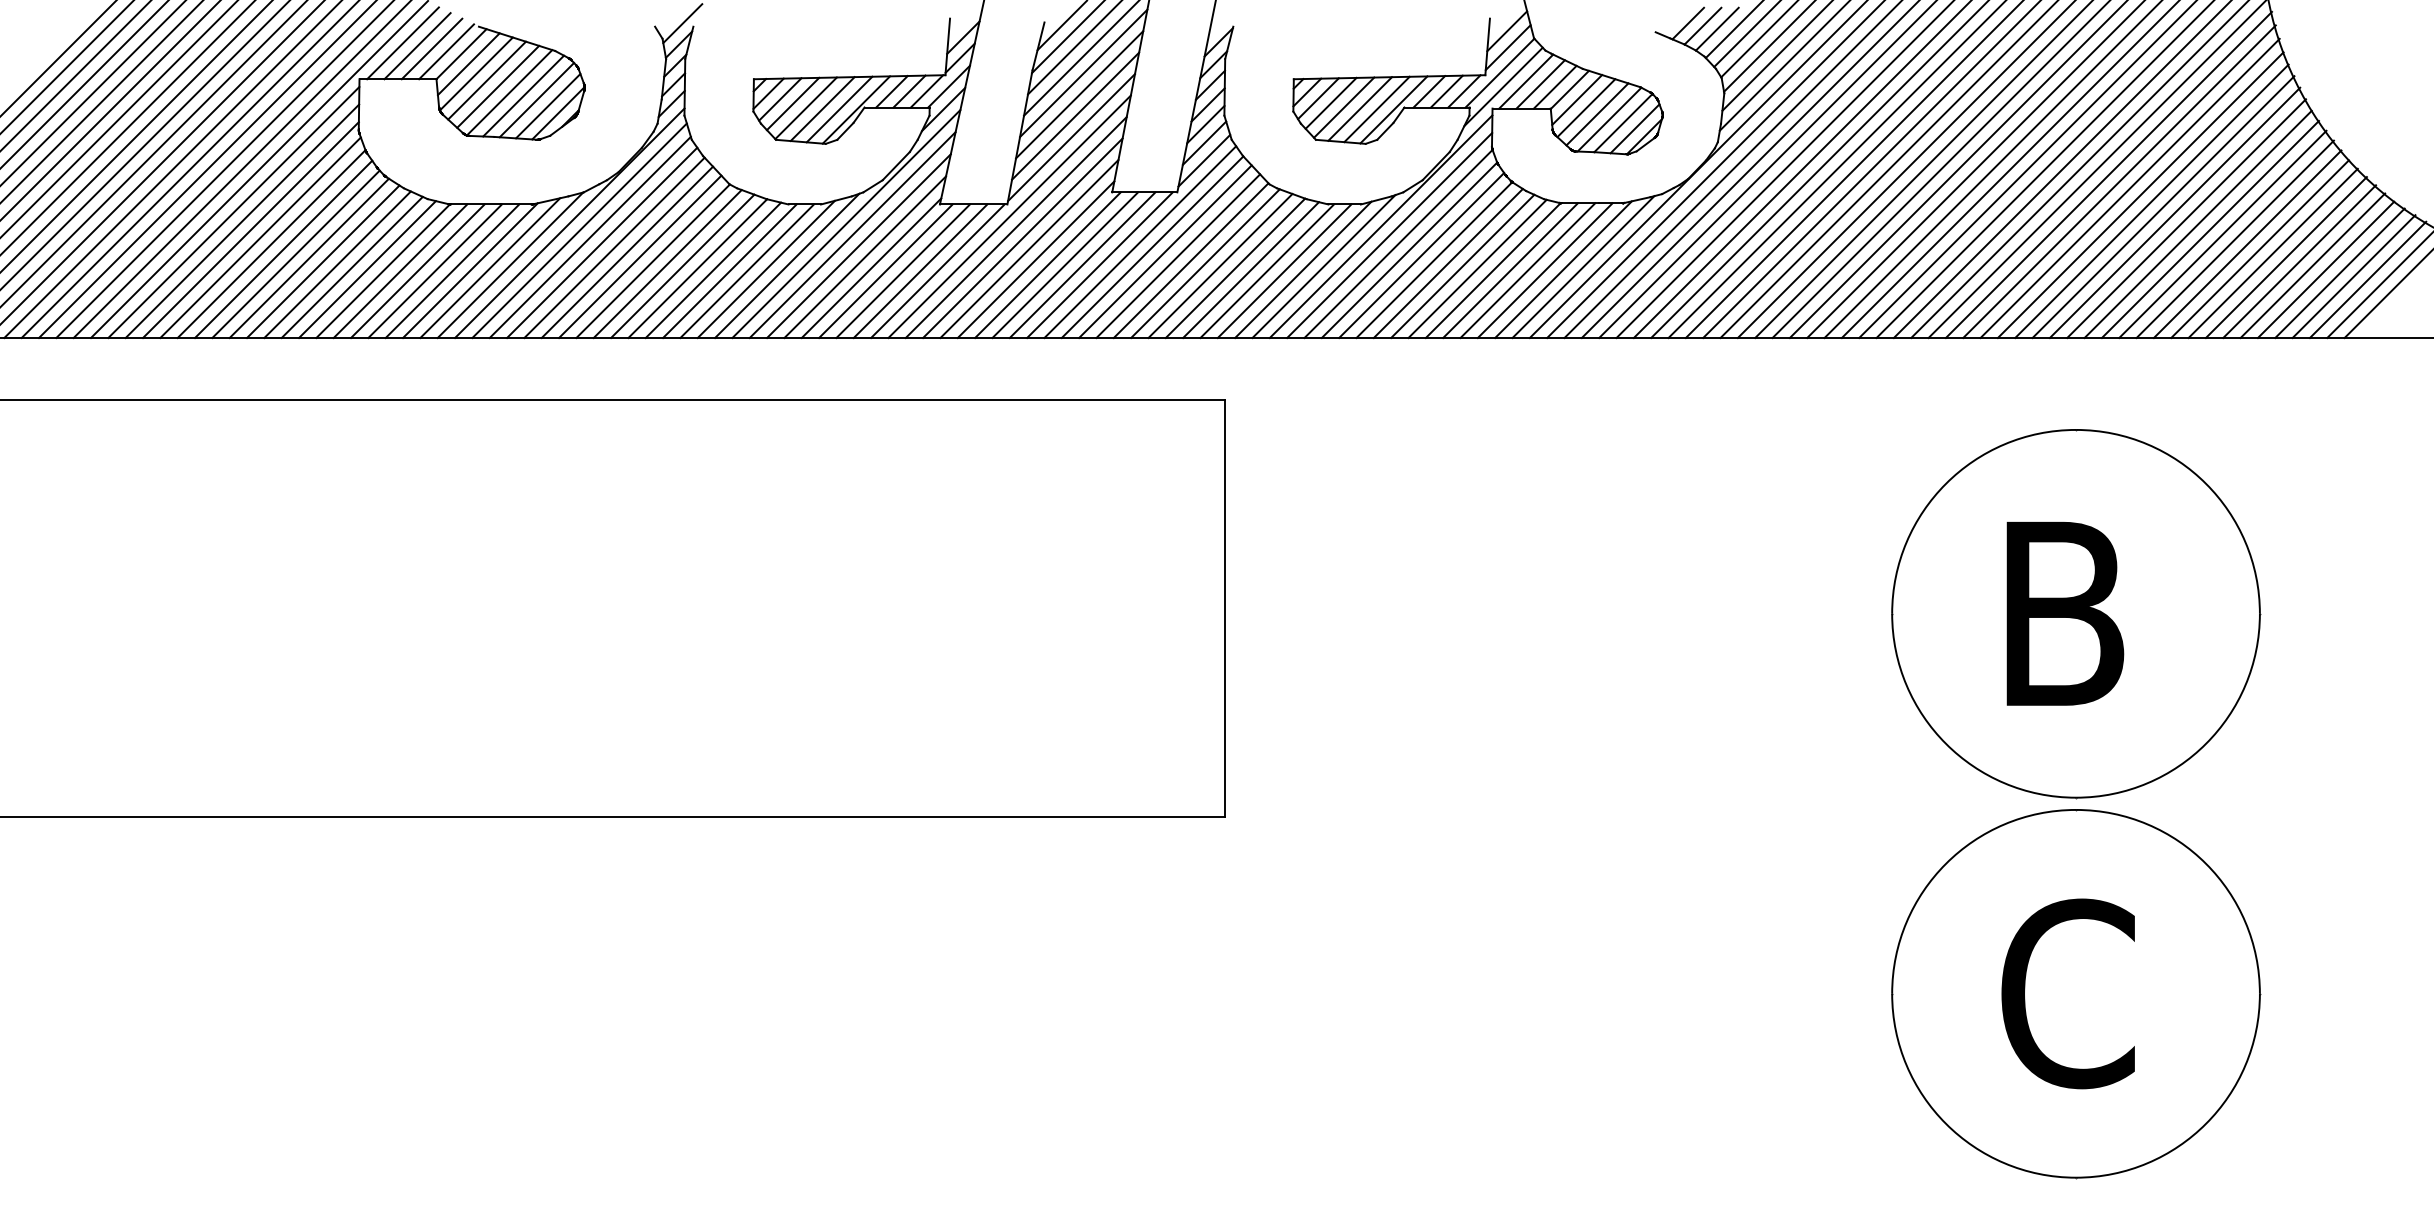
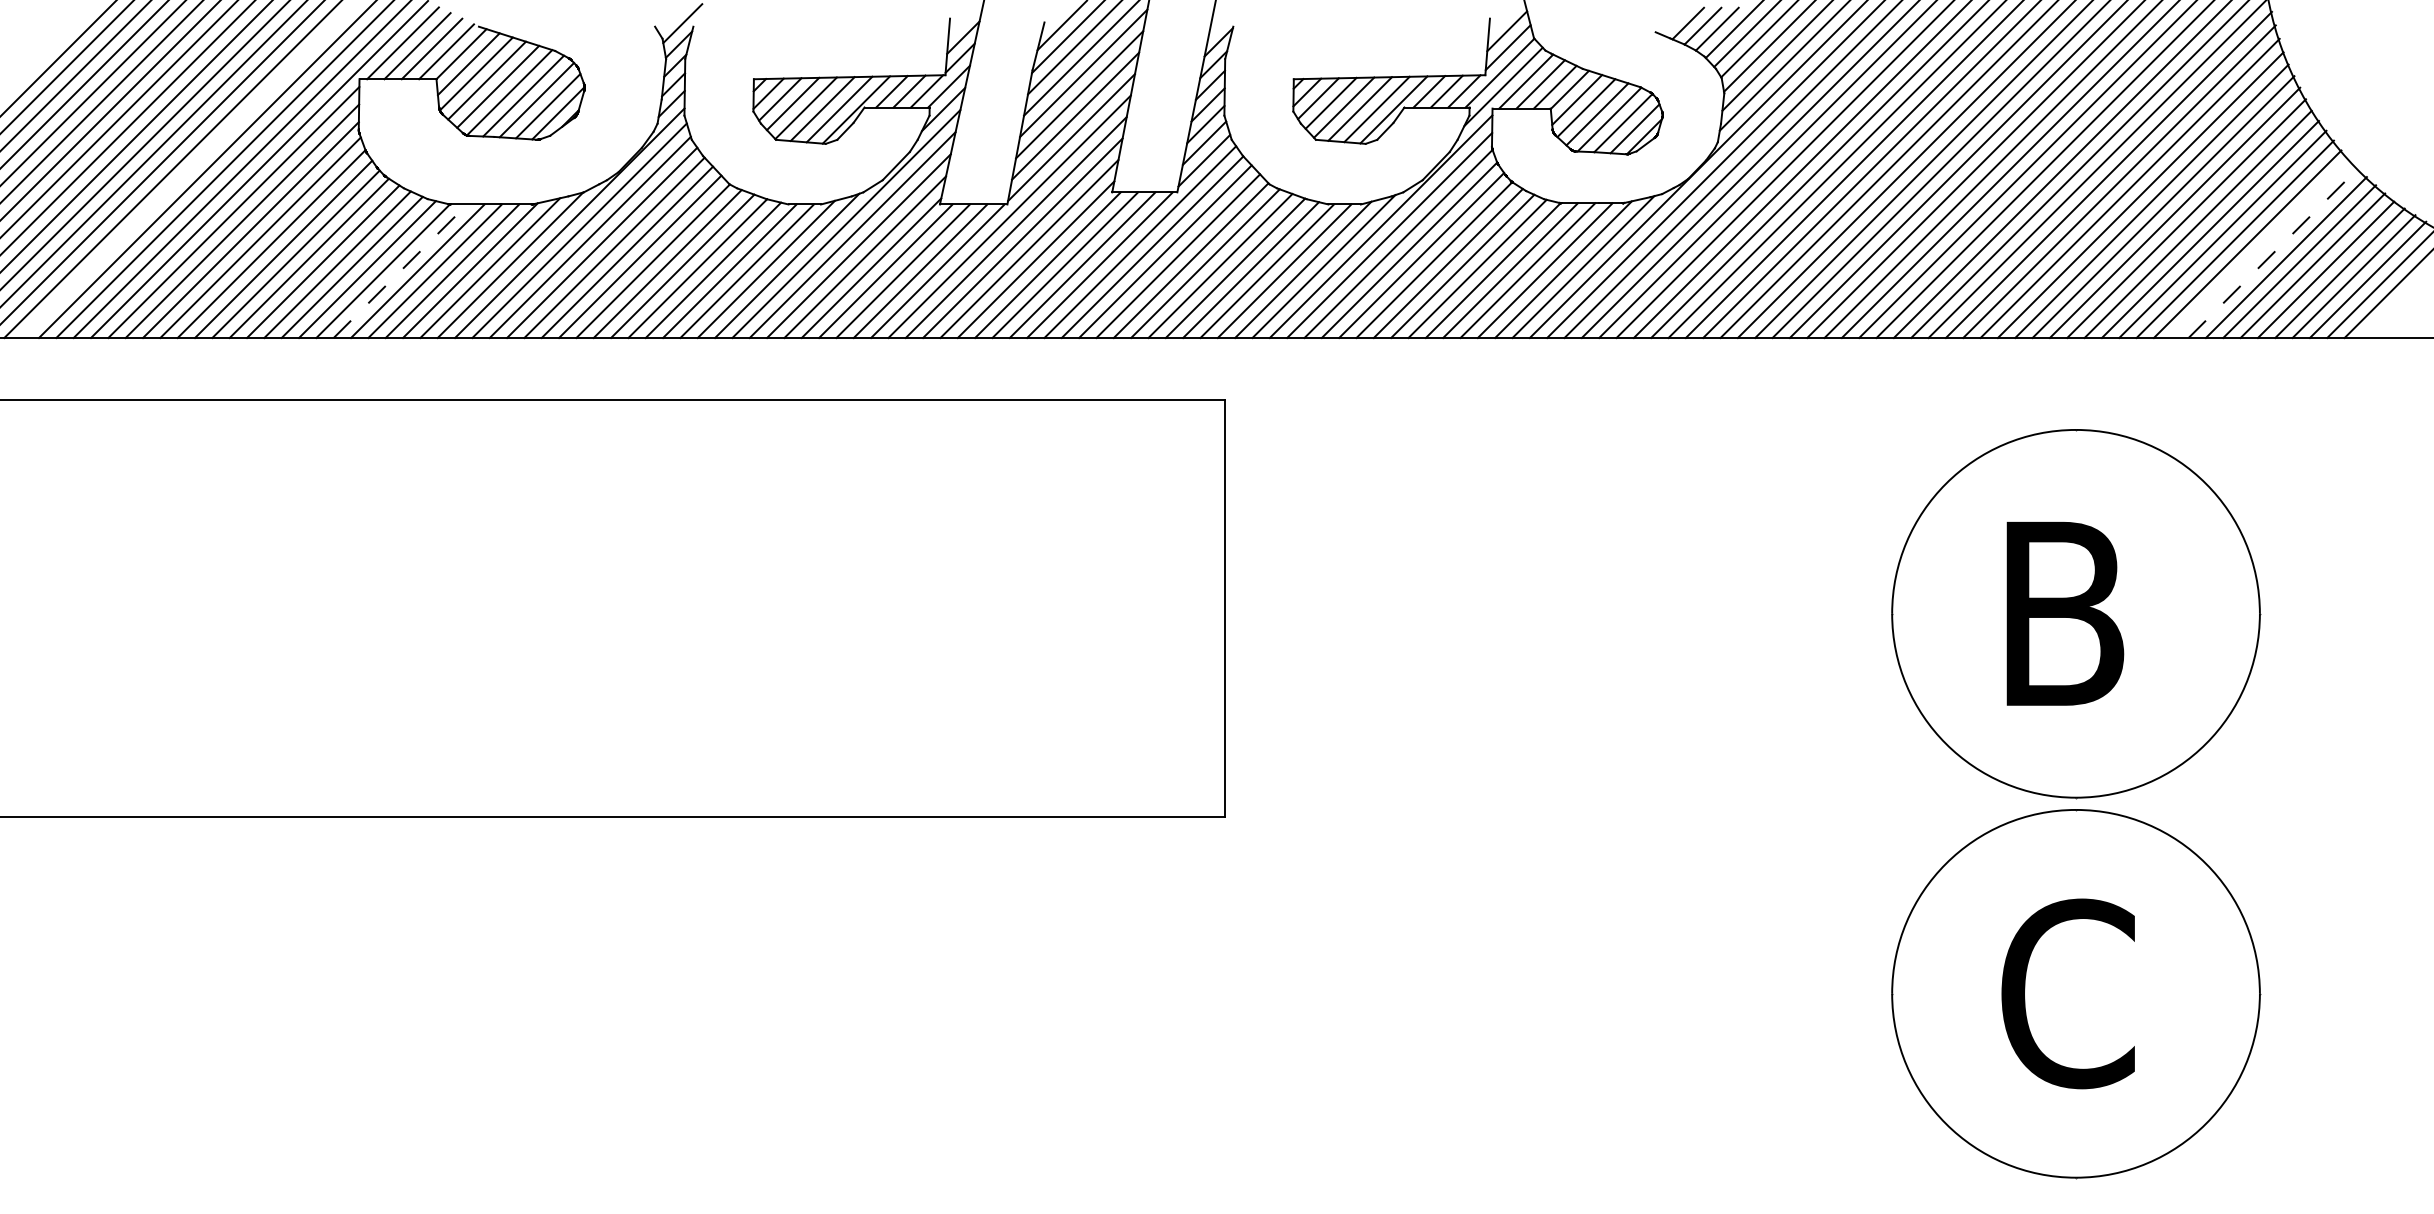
line at (189, 170): present -> none
line at (2259, 249): present -> none
line at (2273, 253): solid -> dashed
line at (400, 270): solid -> dashed
